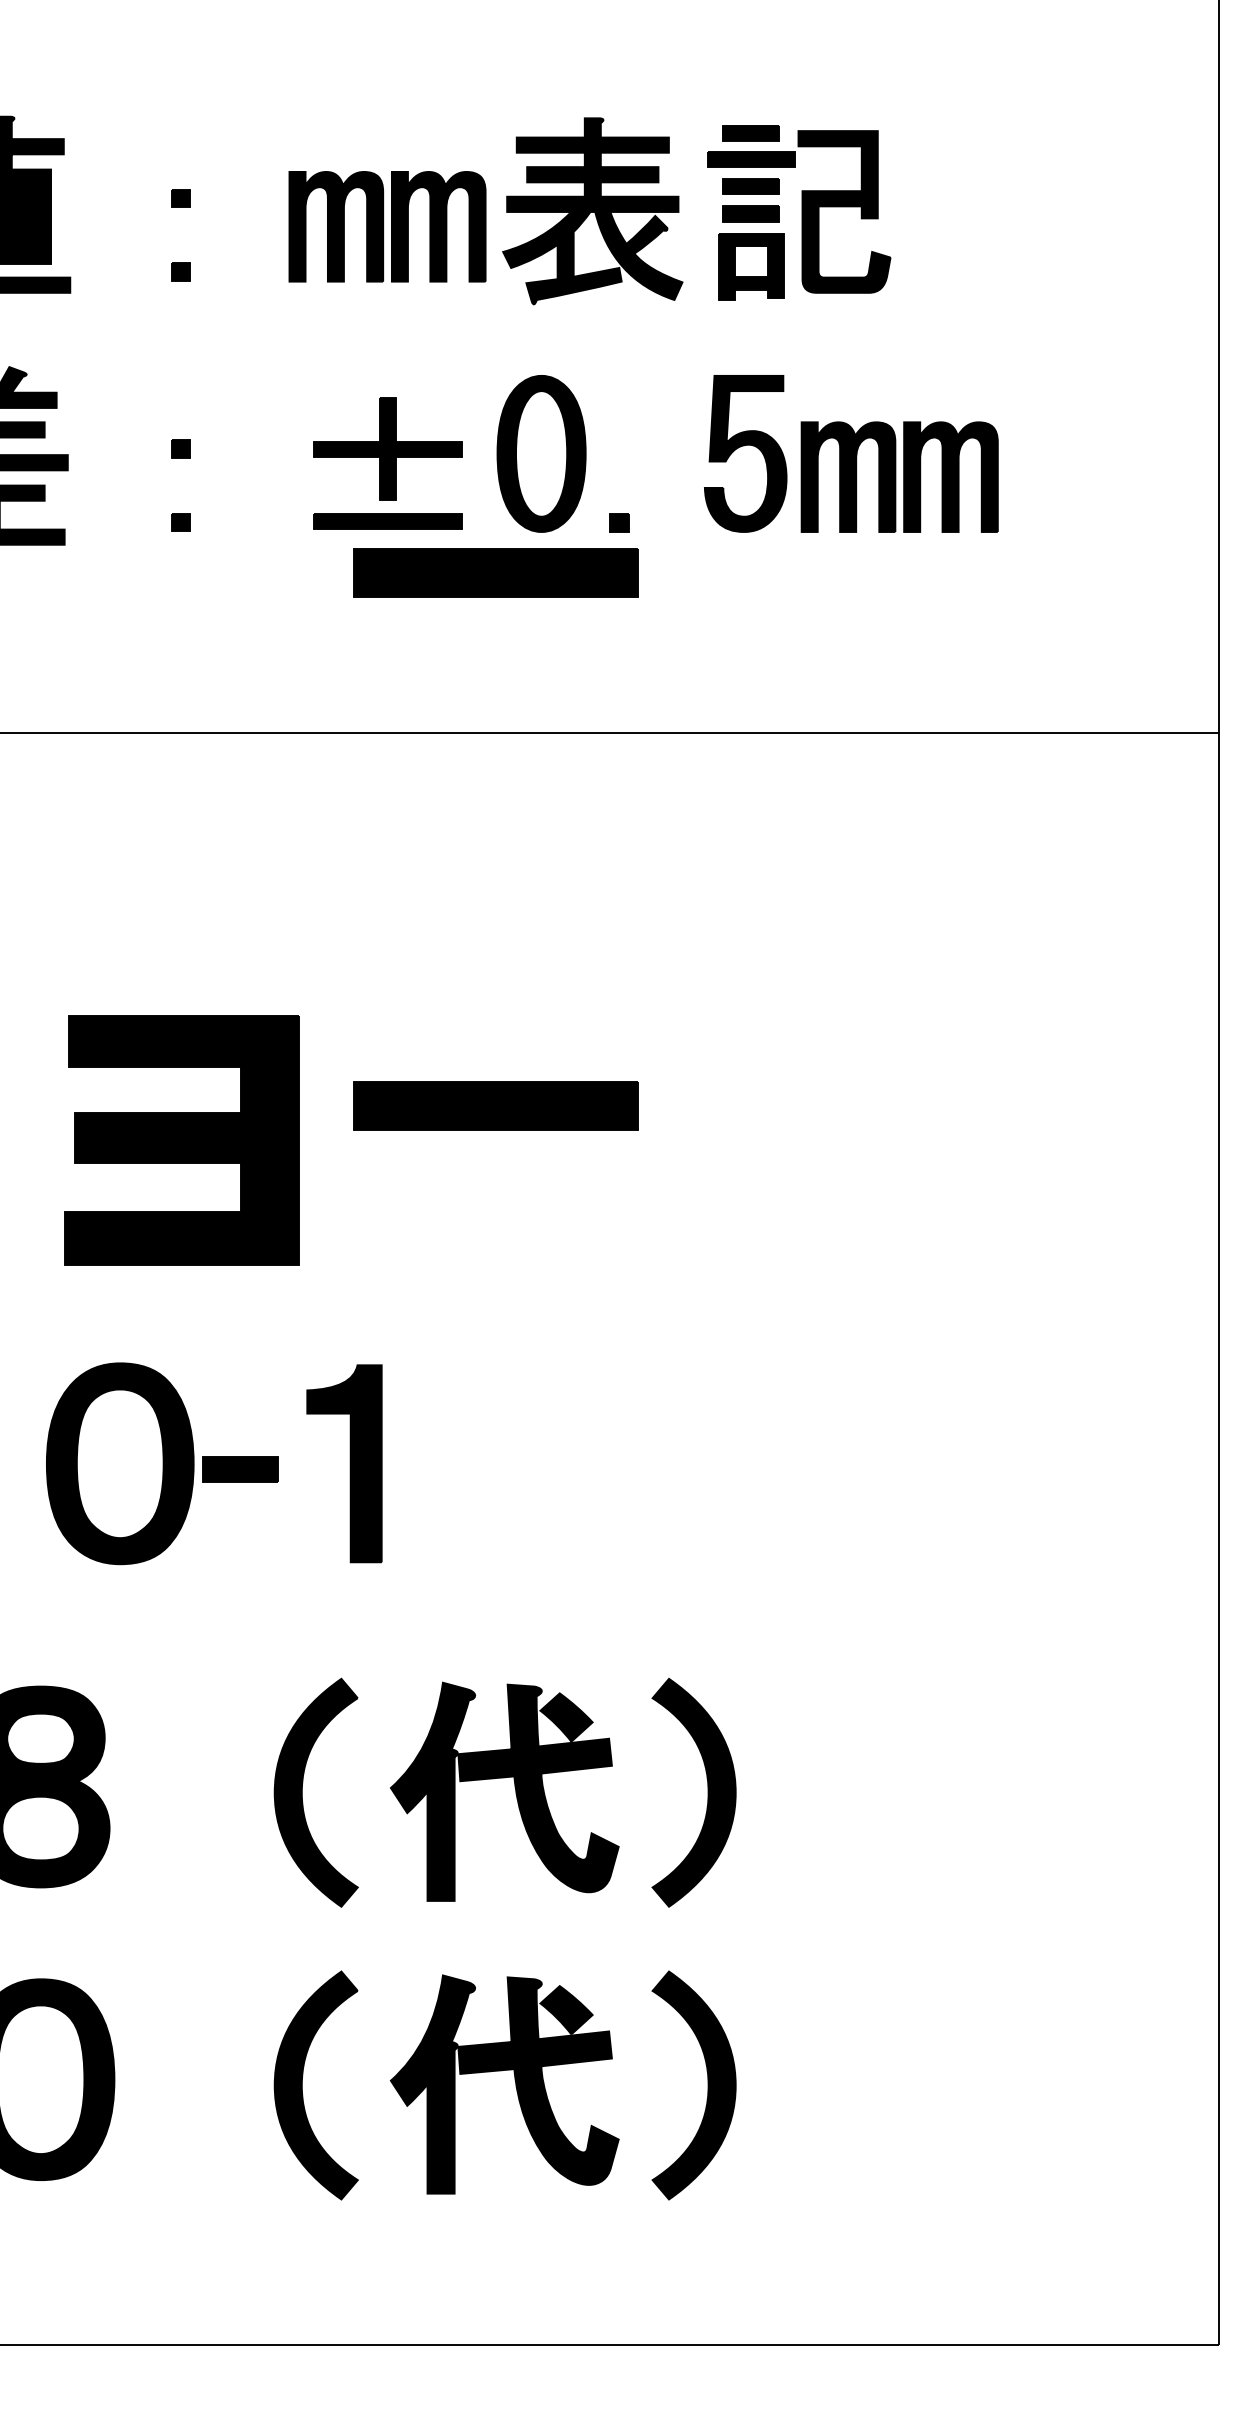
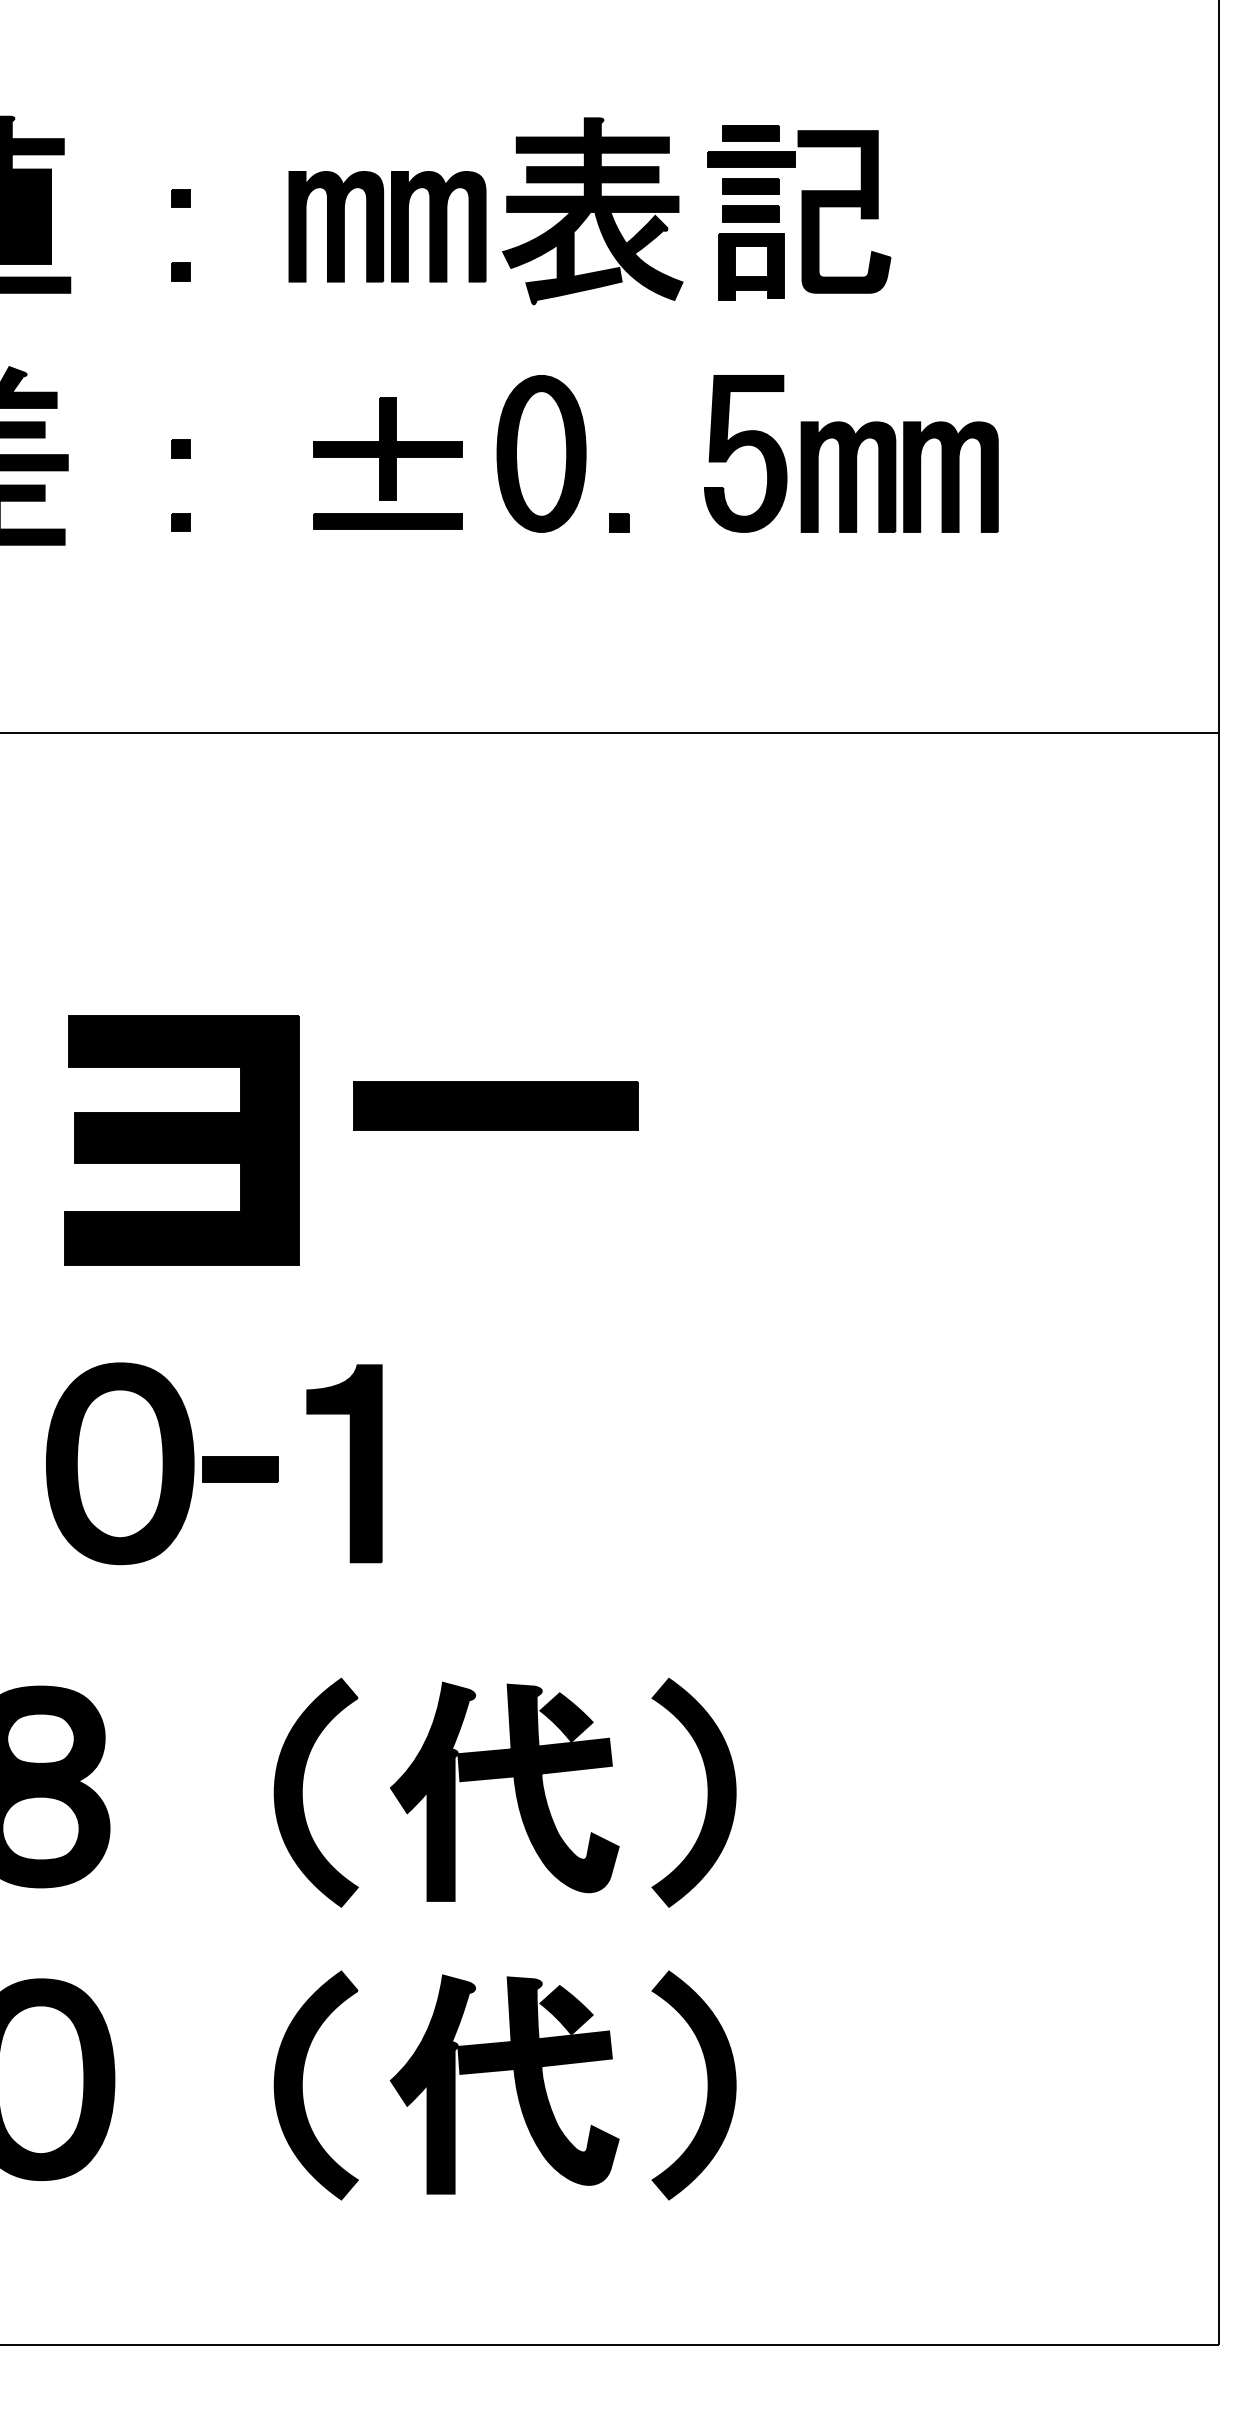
part at (495, 572): present -> none
